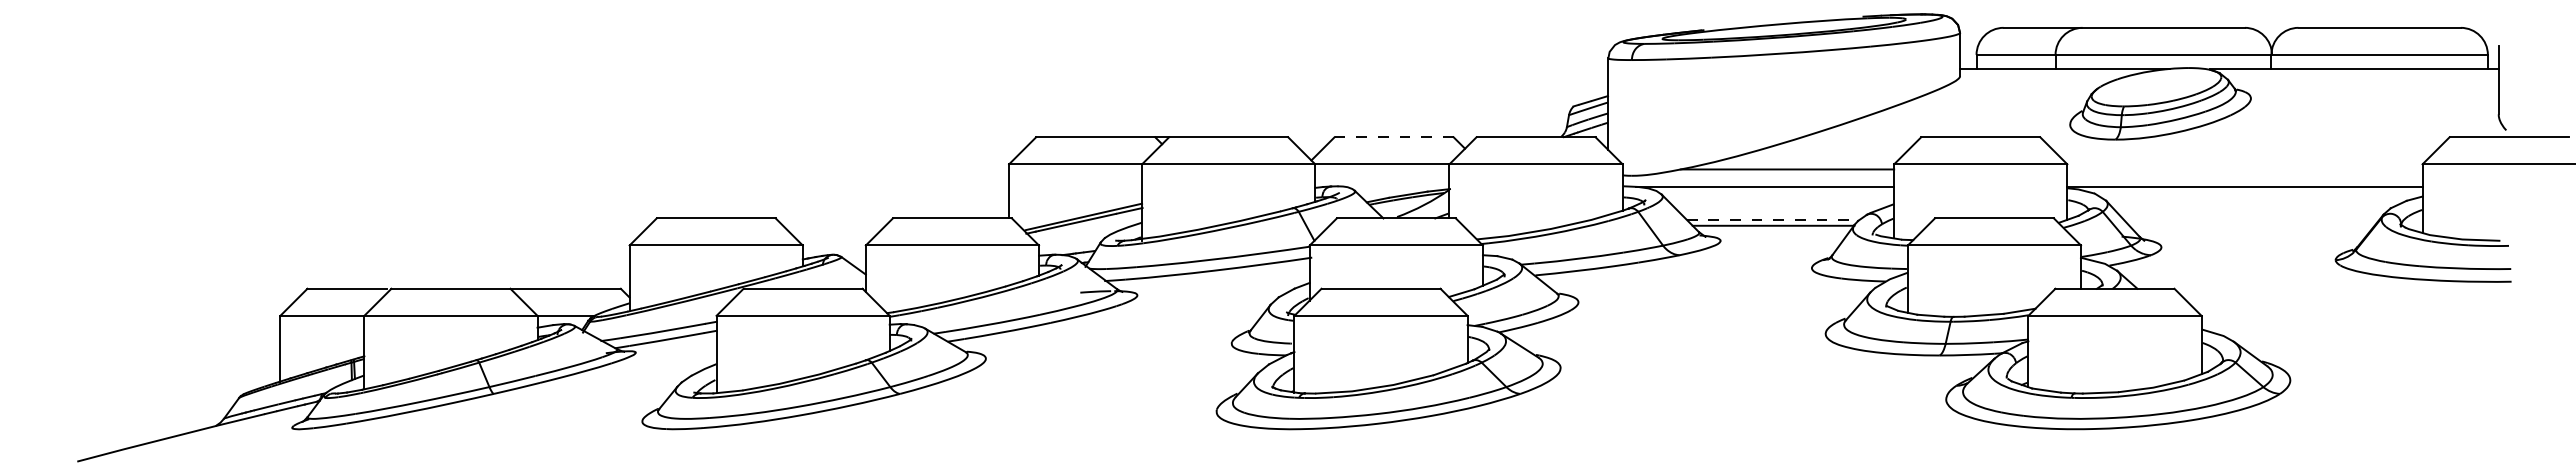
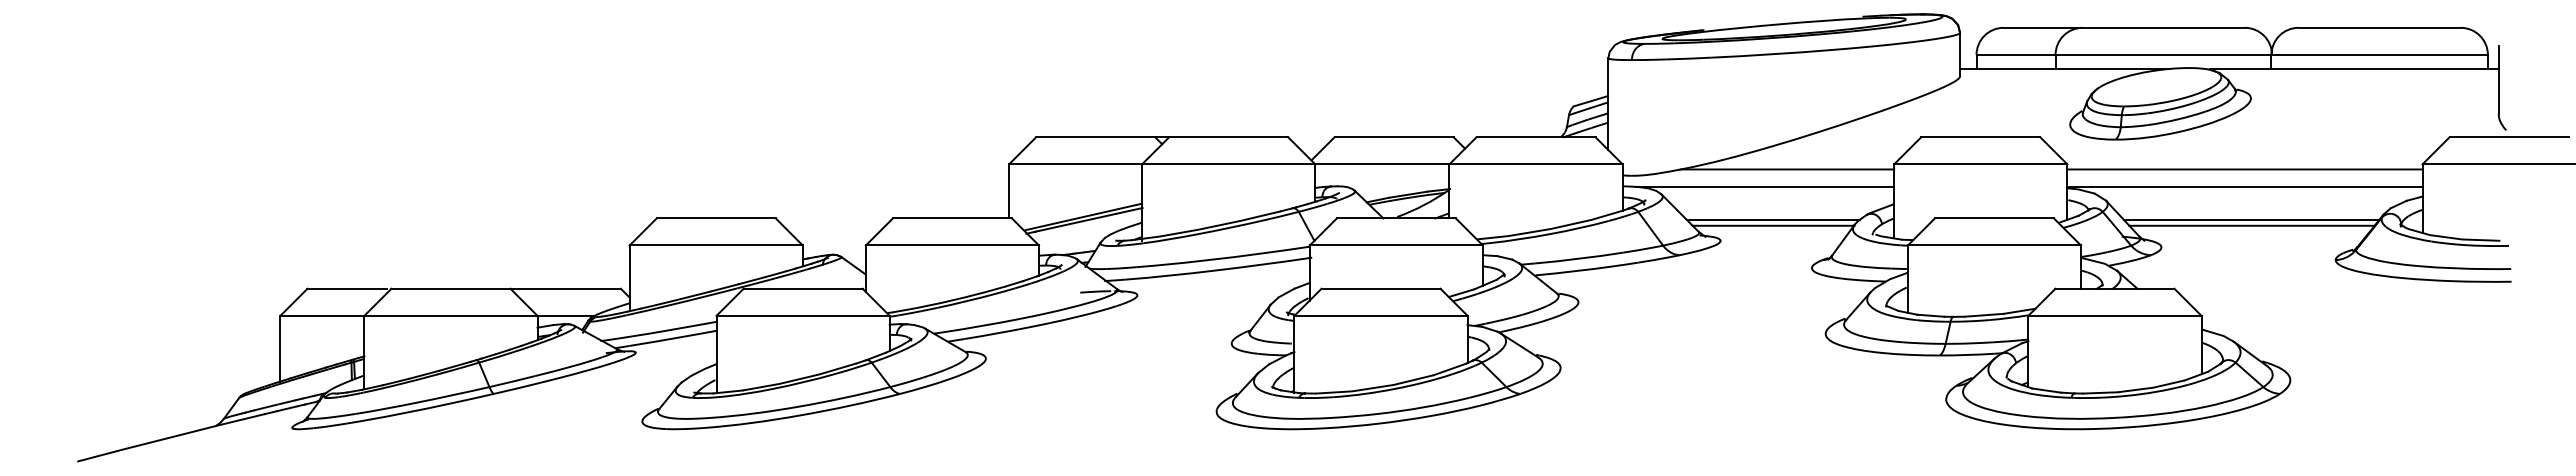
line at (1394, 137): dashed -> solid
line at (2244, 169): none -> present
line at (1773, 219): dashed -> solid
line at (2251, 219): none -> present
line at (2251, 225): none -> present
